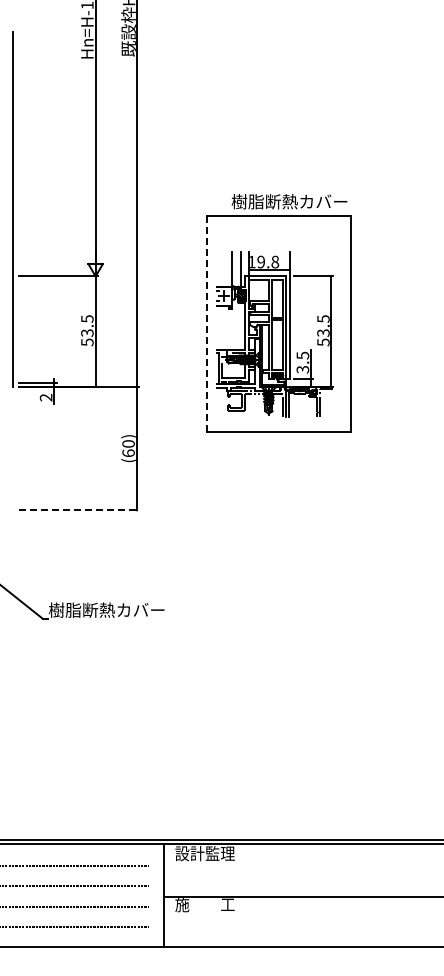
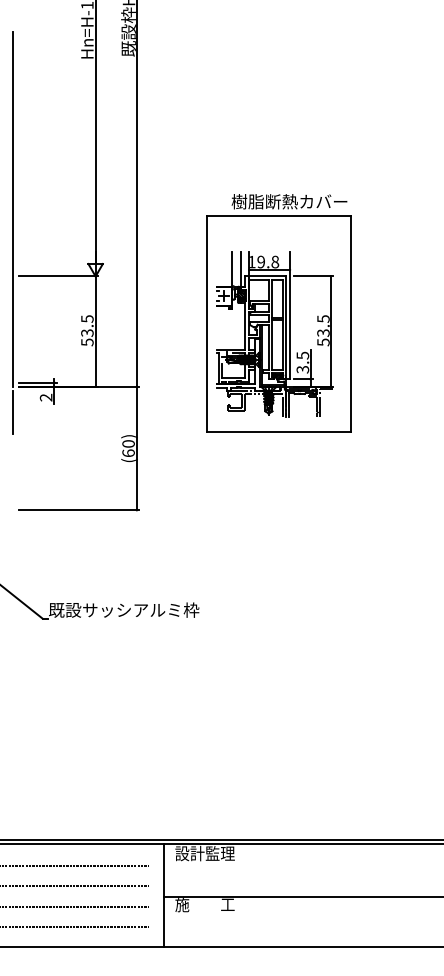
line at (206, 324): dashed -> solid
line at (13, 412): none -> present
line at (79, 510): dashed -> solid
text at (124, 609): 樹脂断熱カバー -> 既設サッシアルミ枠
